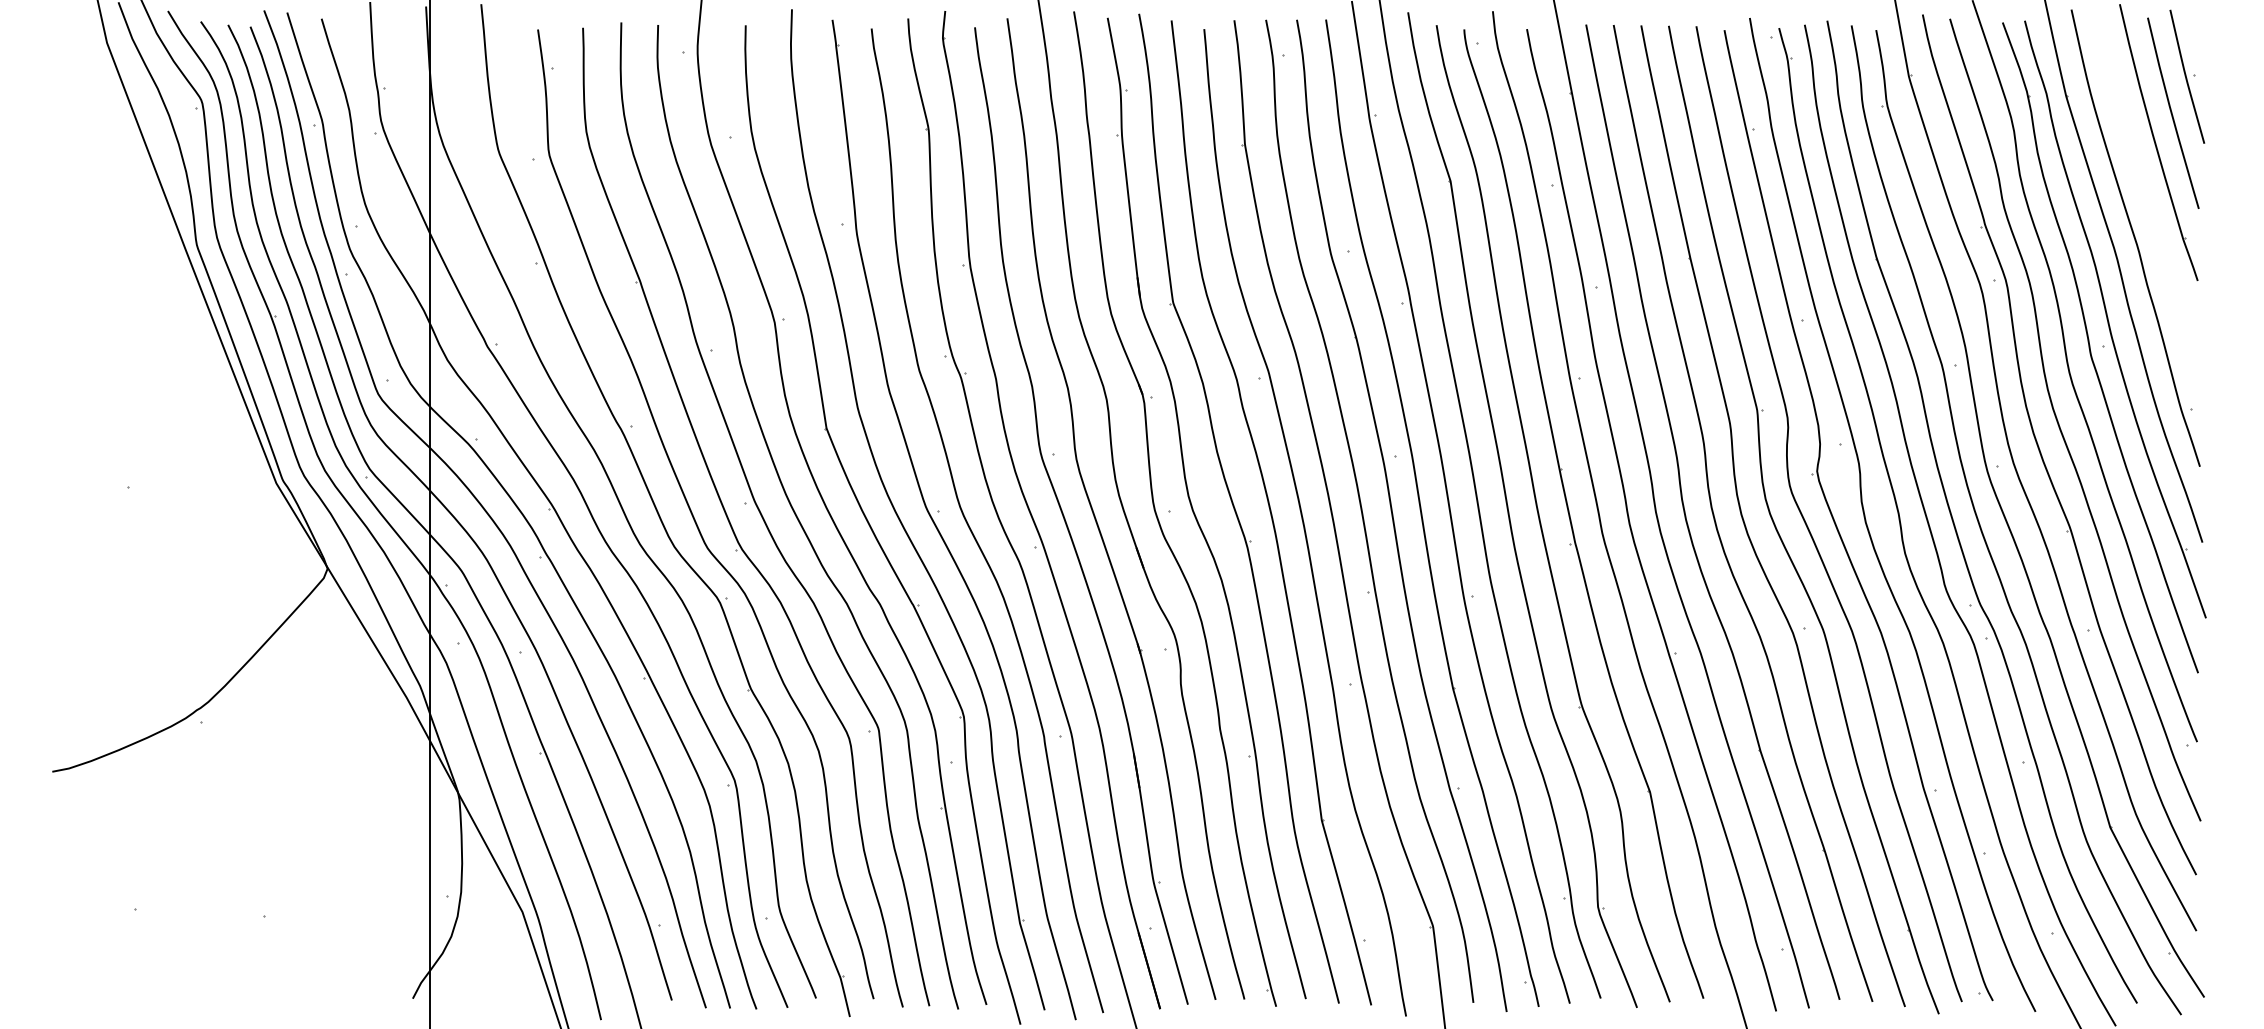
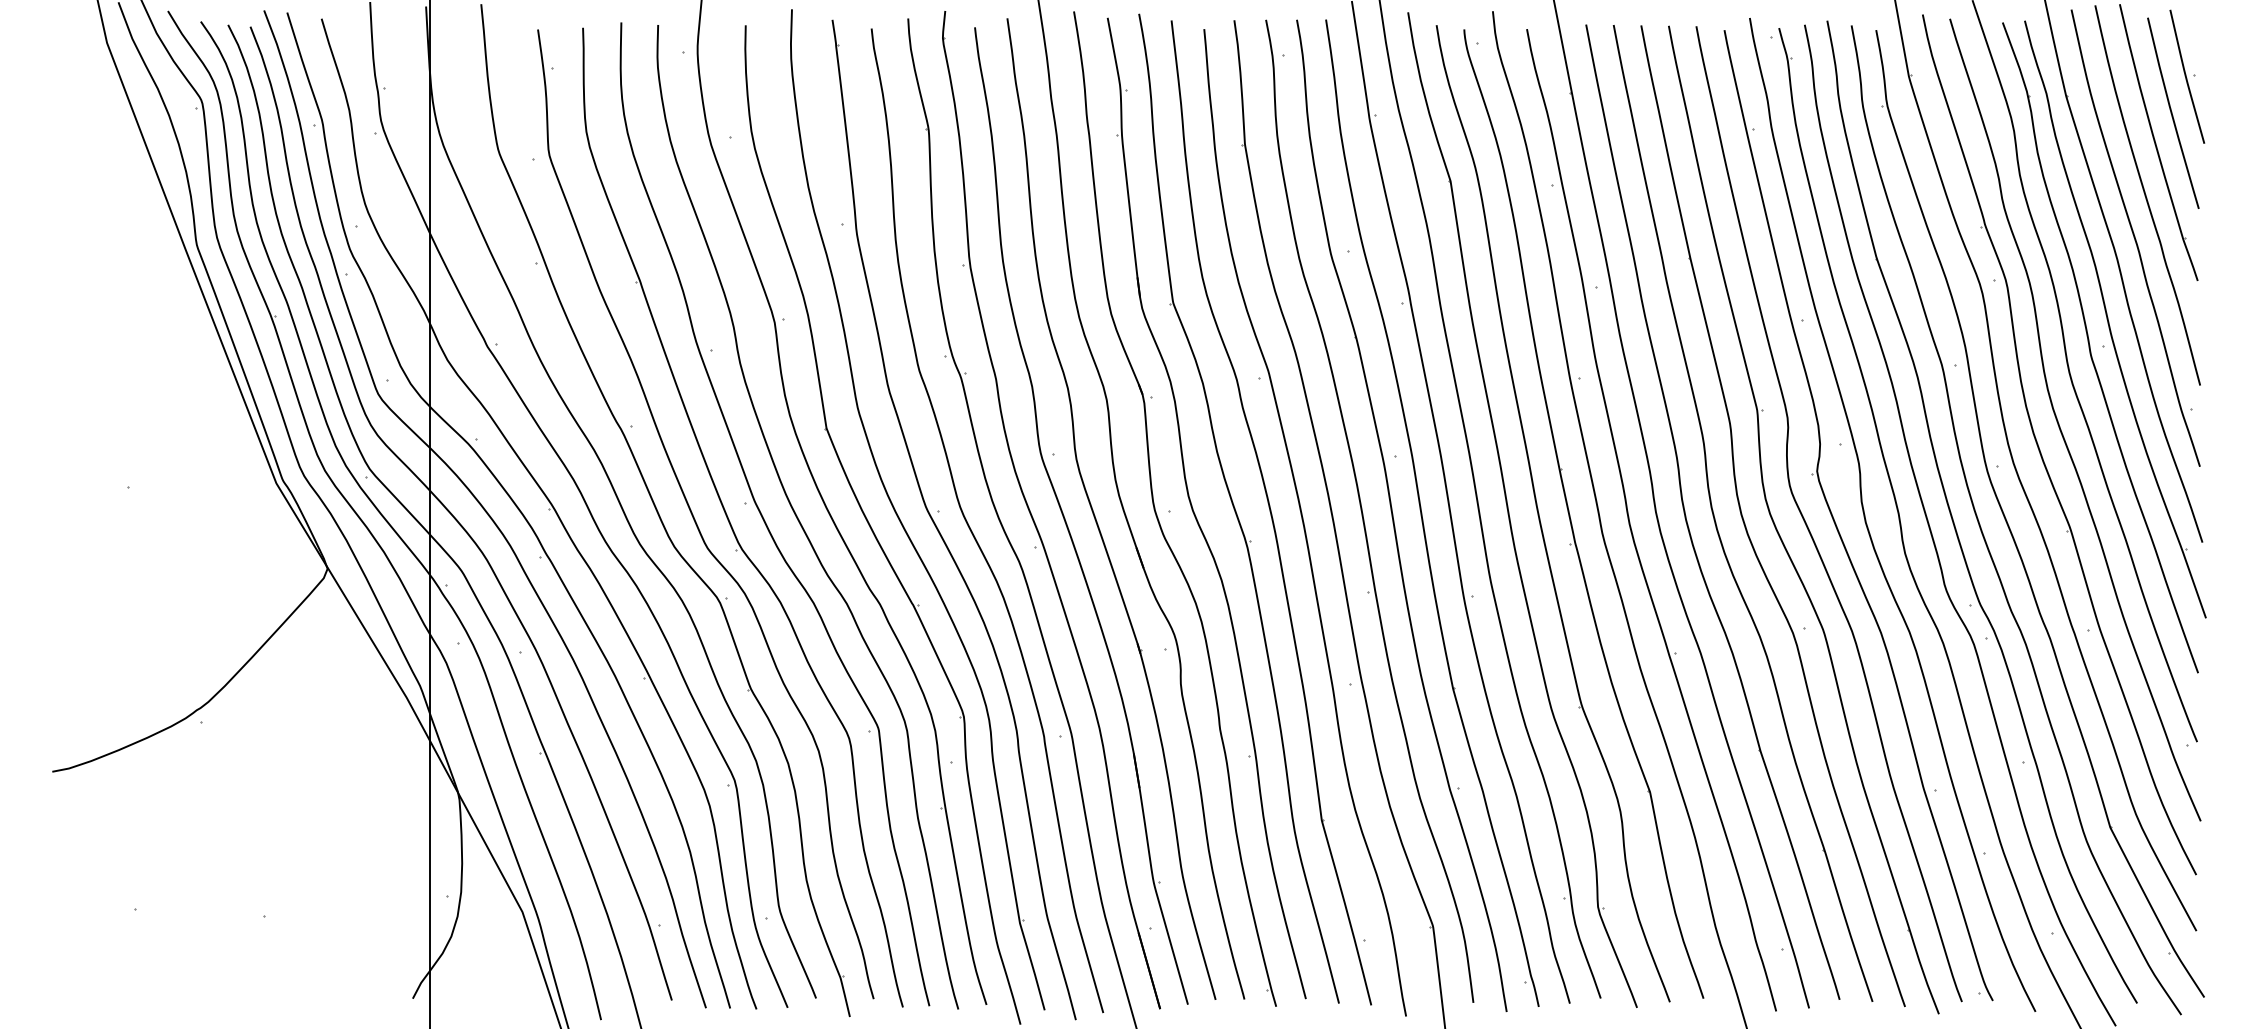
curve at (2146, 195): none -> present
